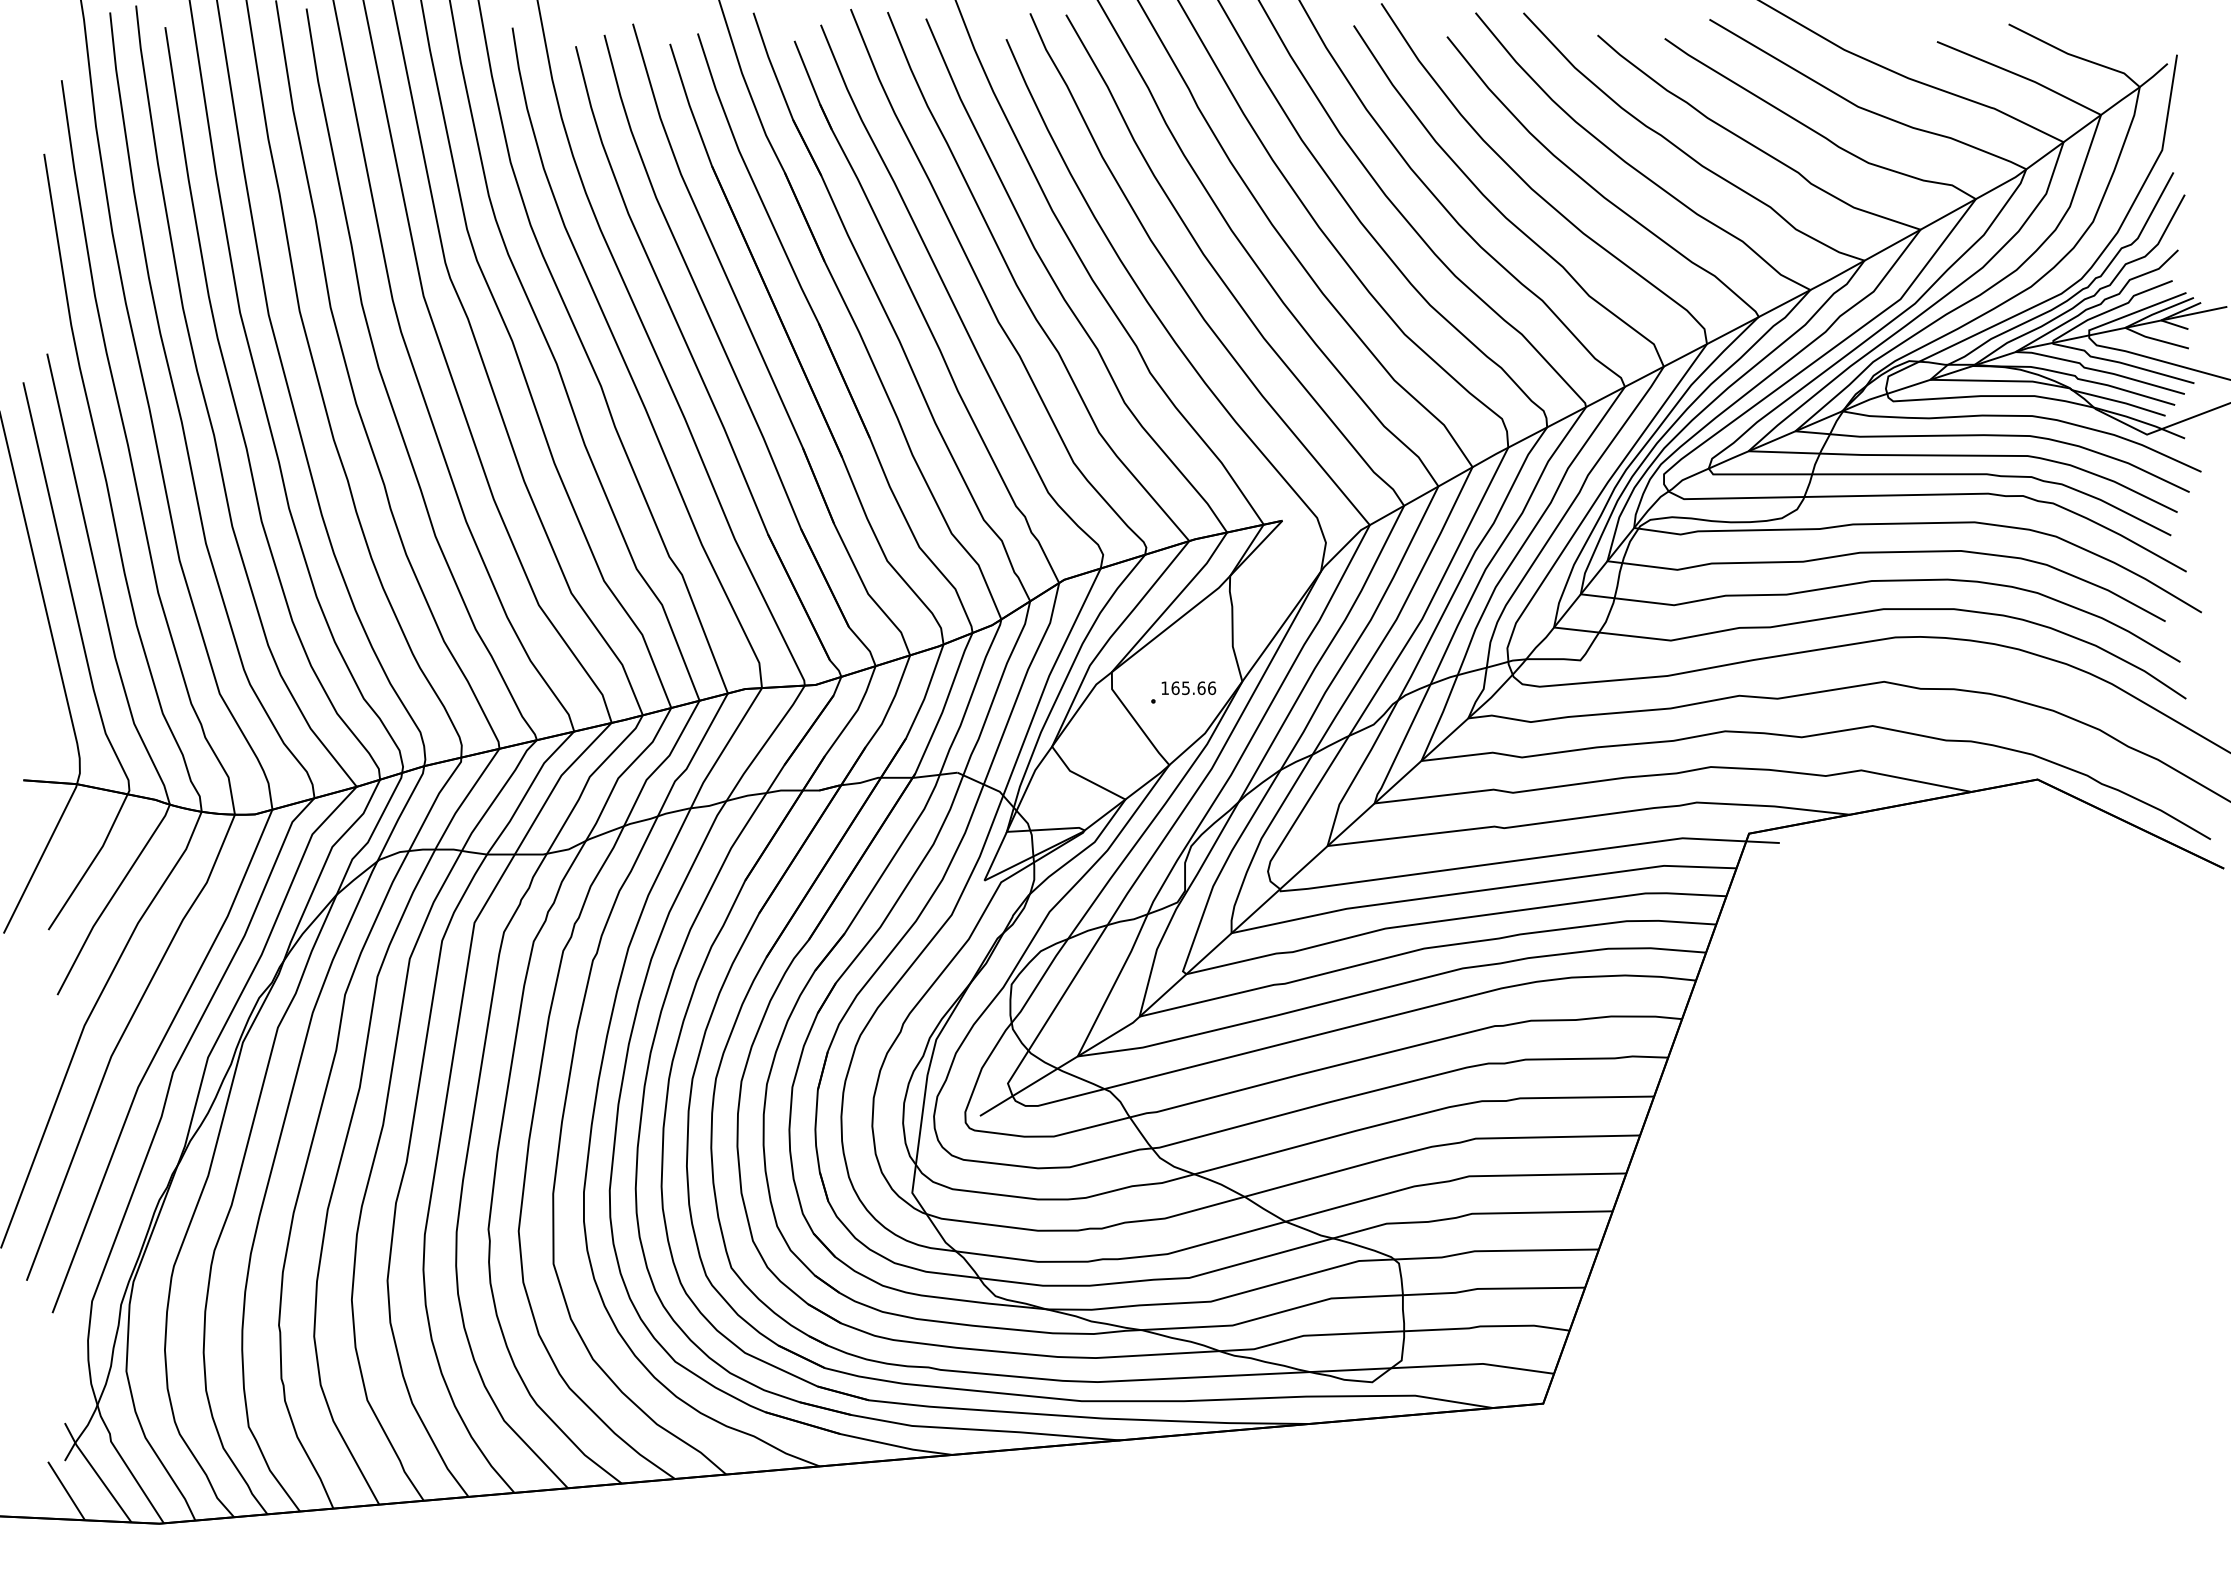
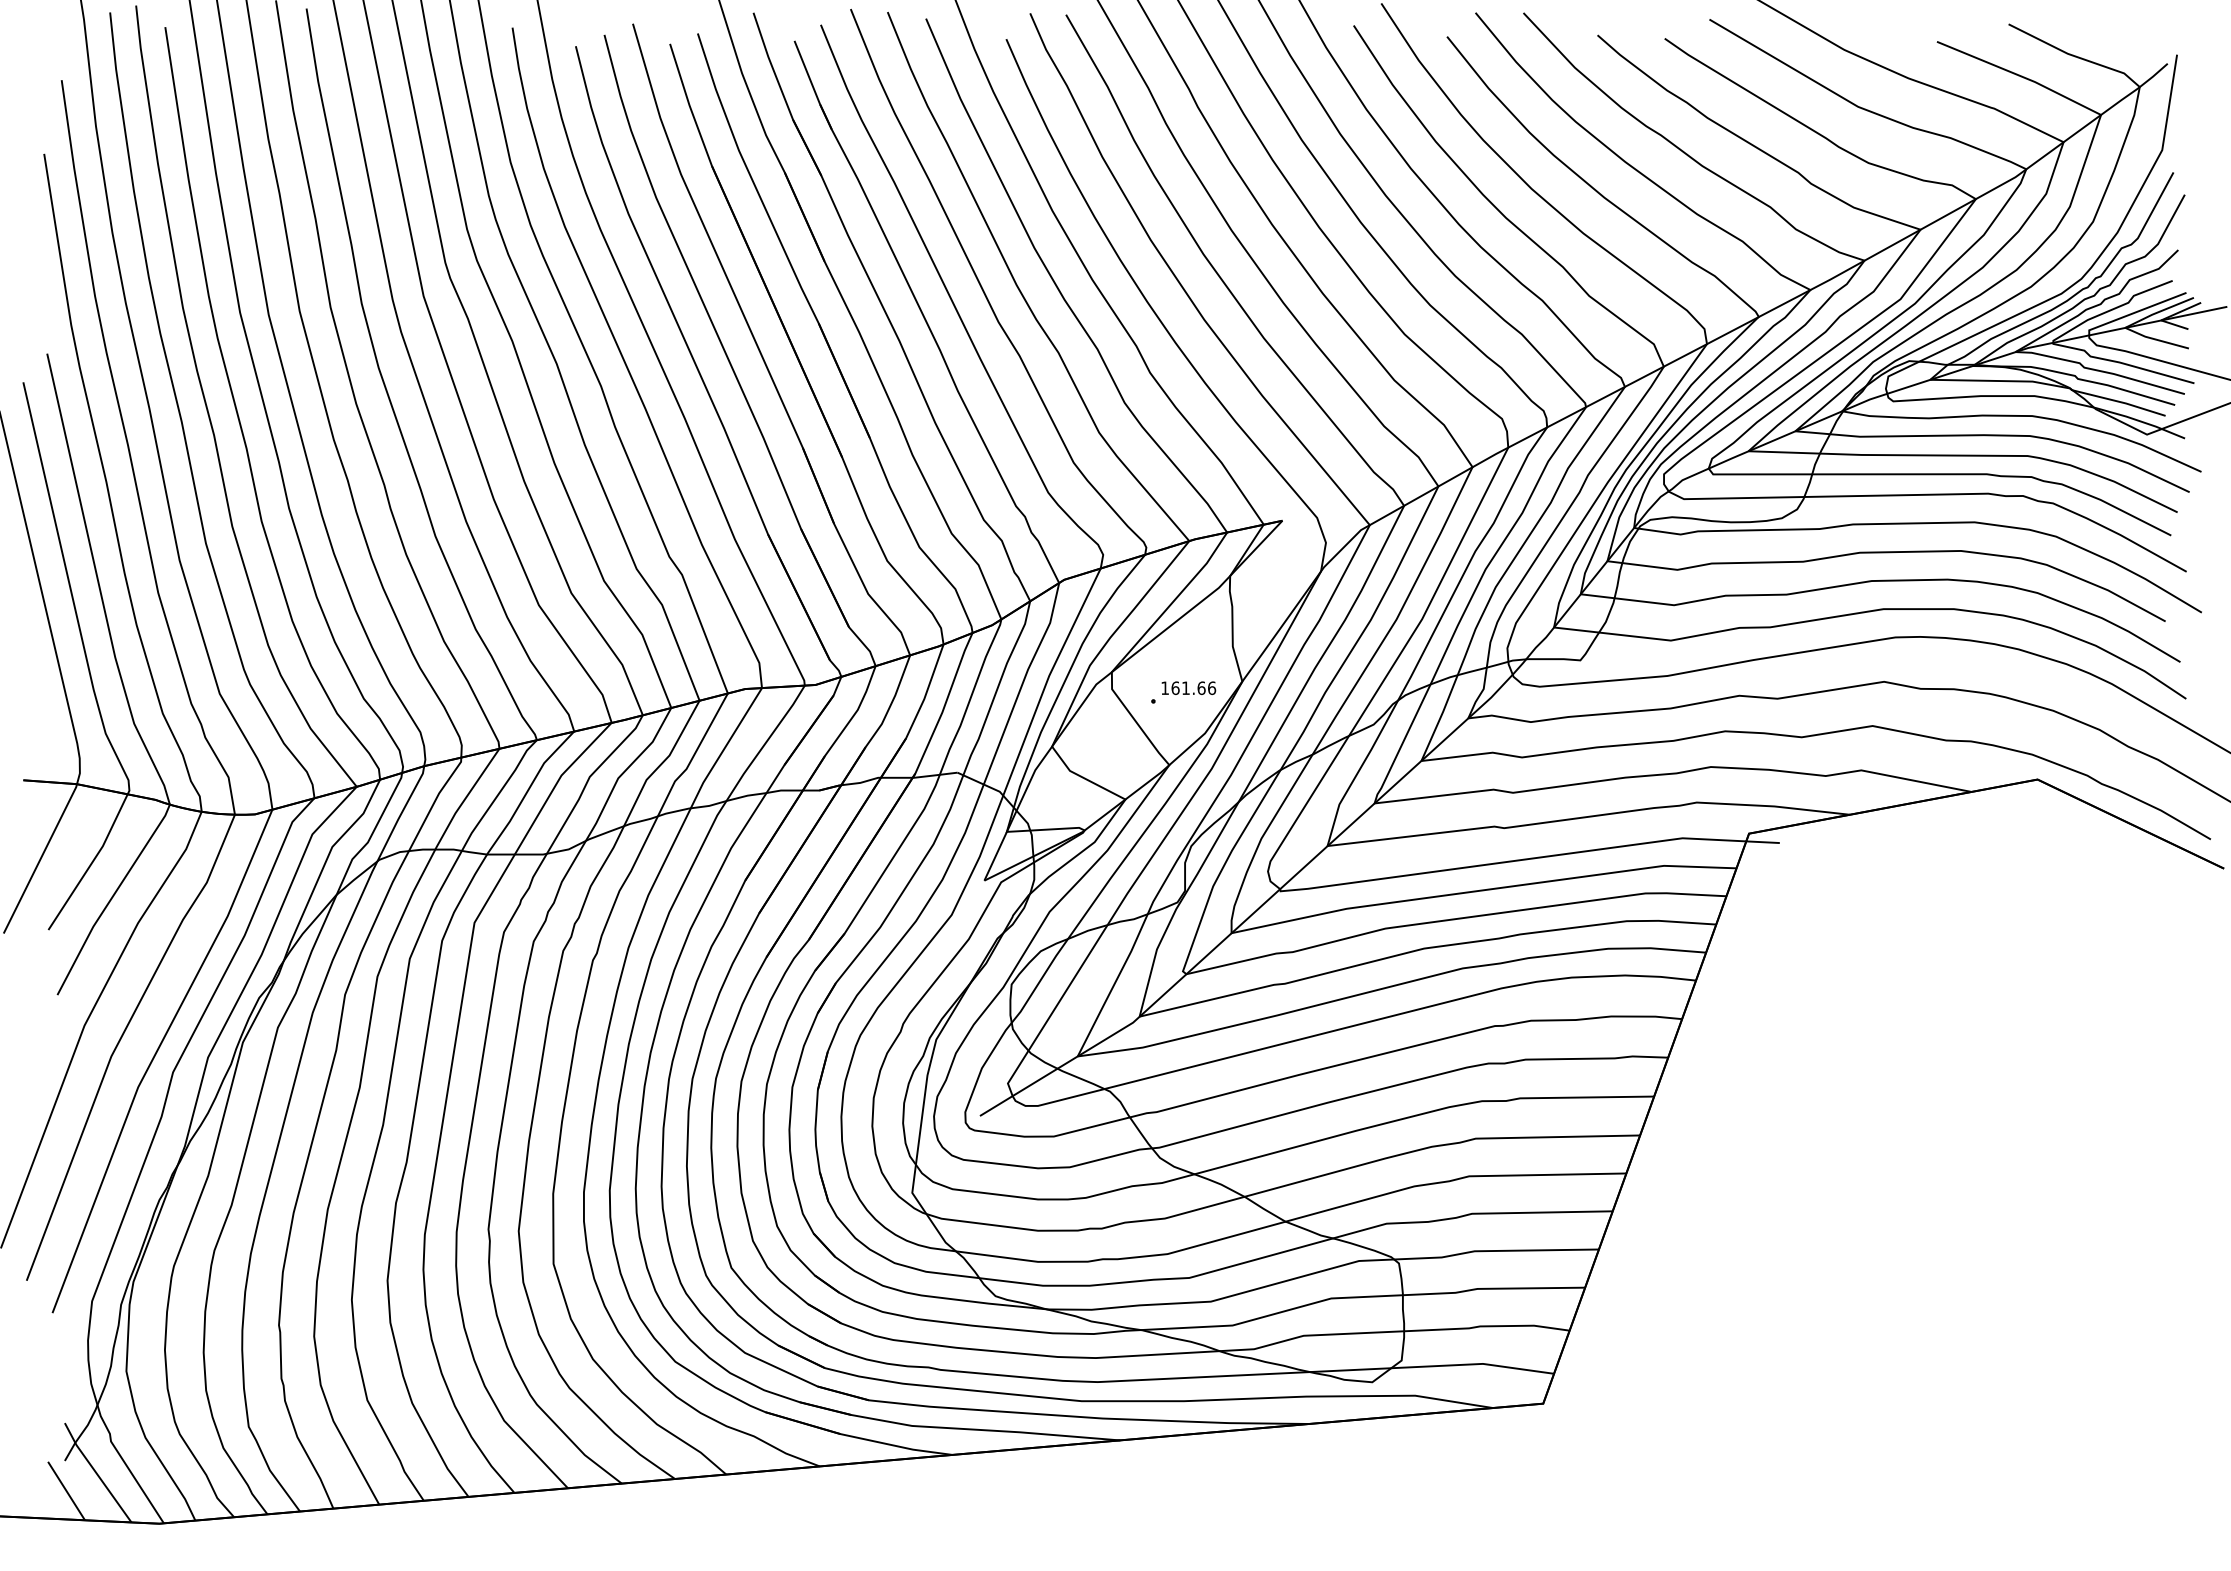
text at (1185, 688): 165.66 -> 161.66
